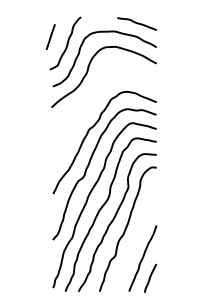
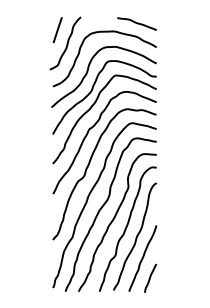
line at (50, 36) position: (50, 36) -> (57, 29)
part at (93, 106): none -> present
curve at (135, 237): none -> present
